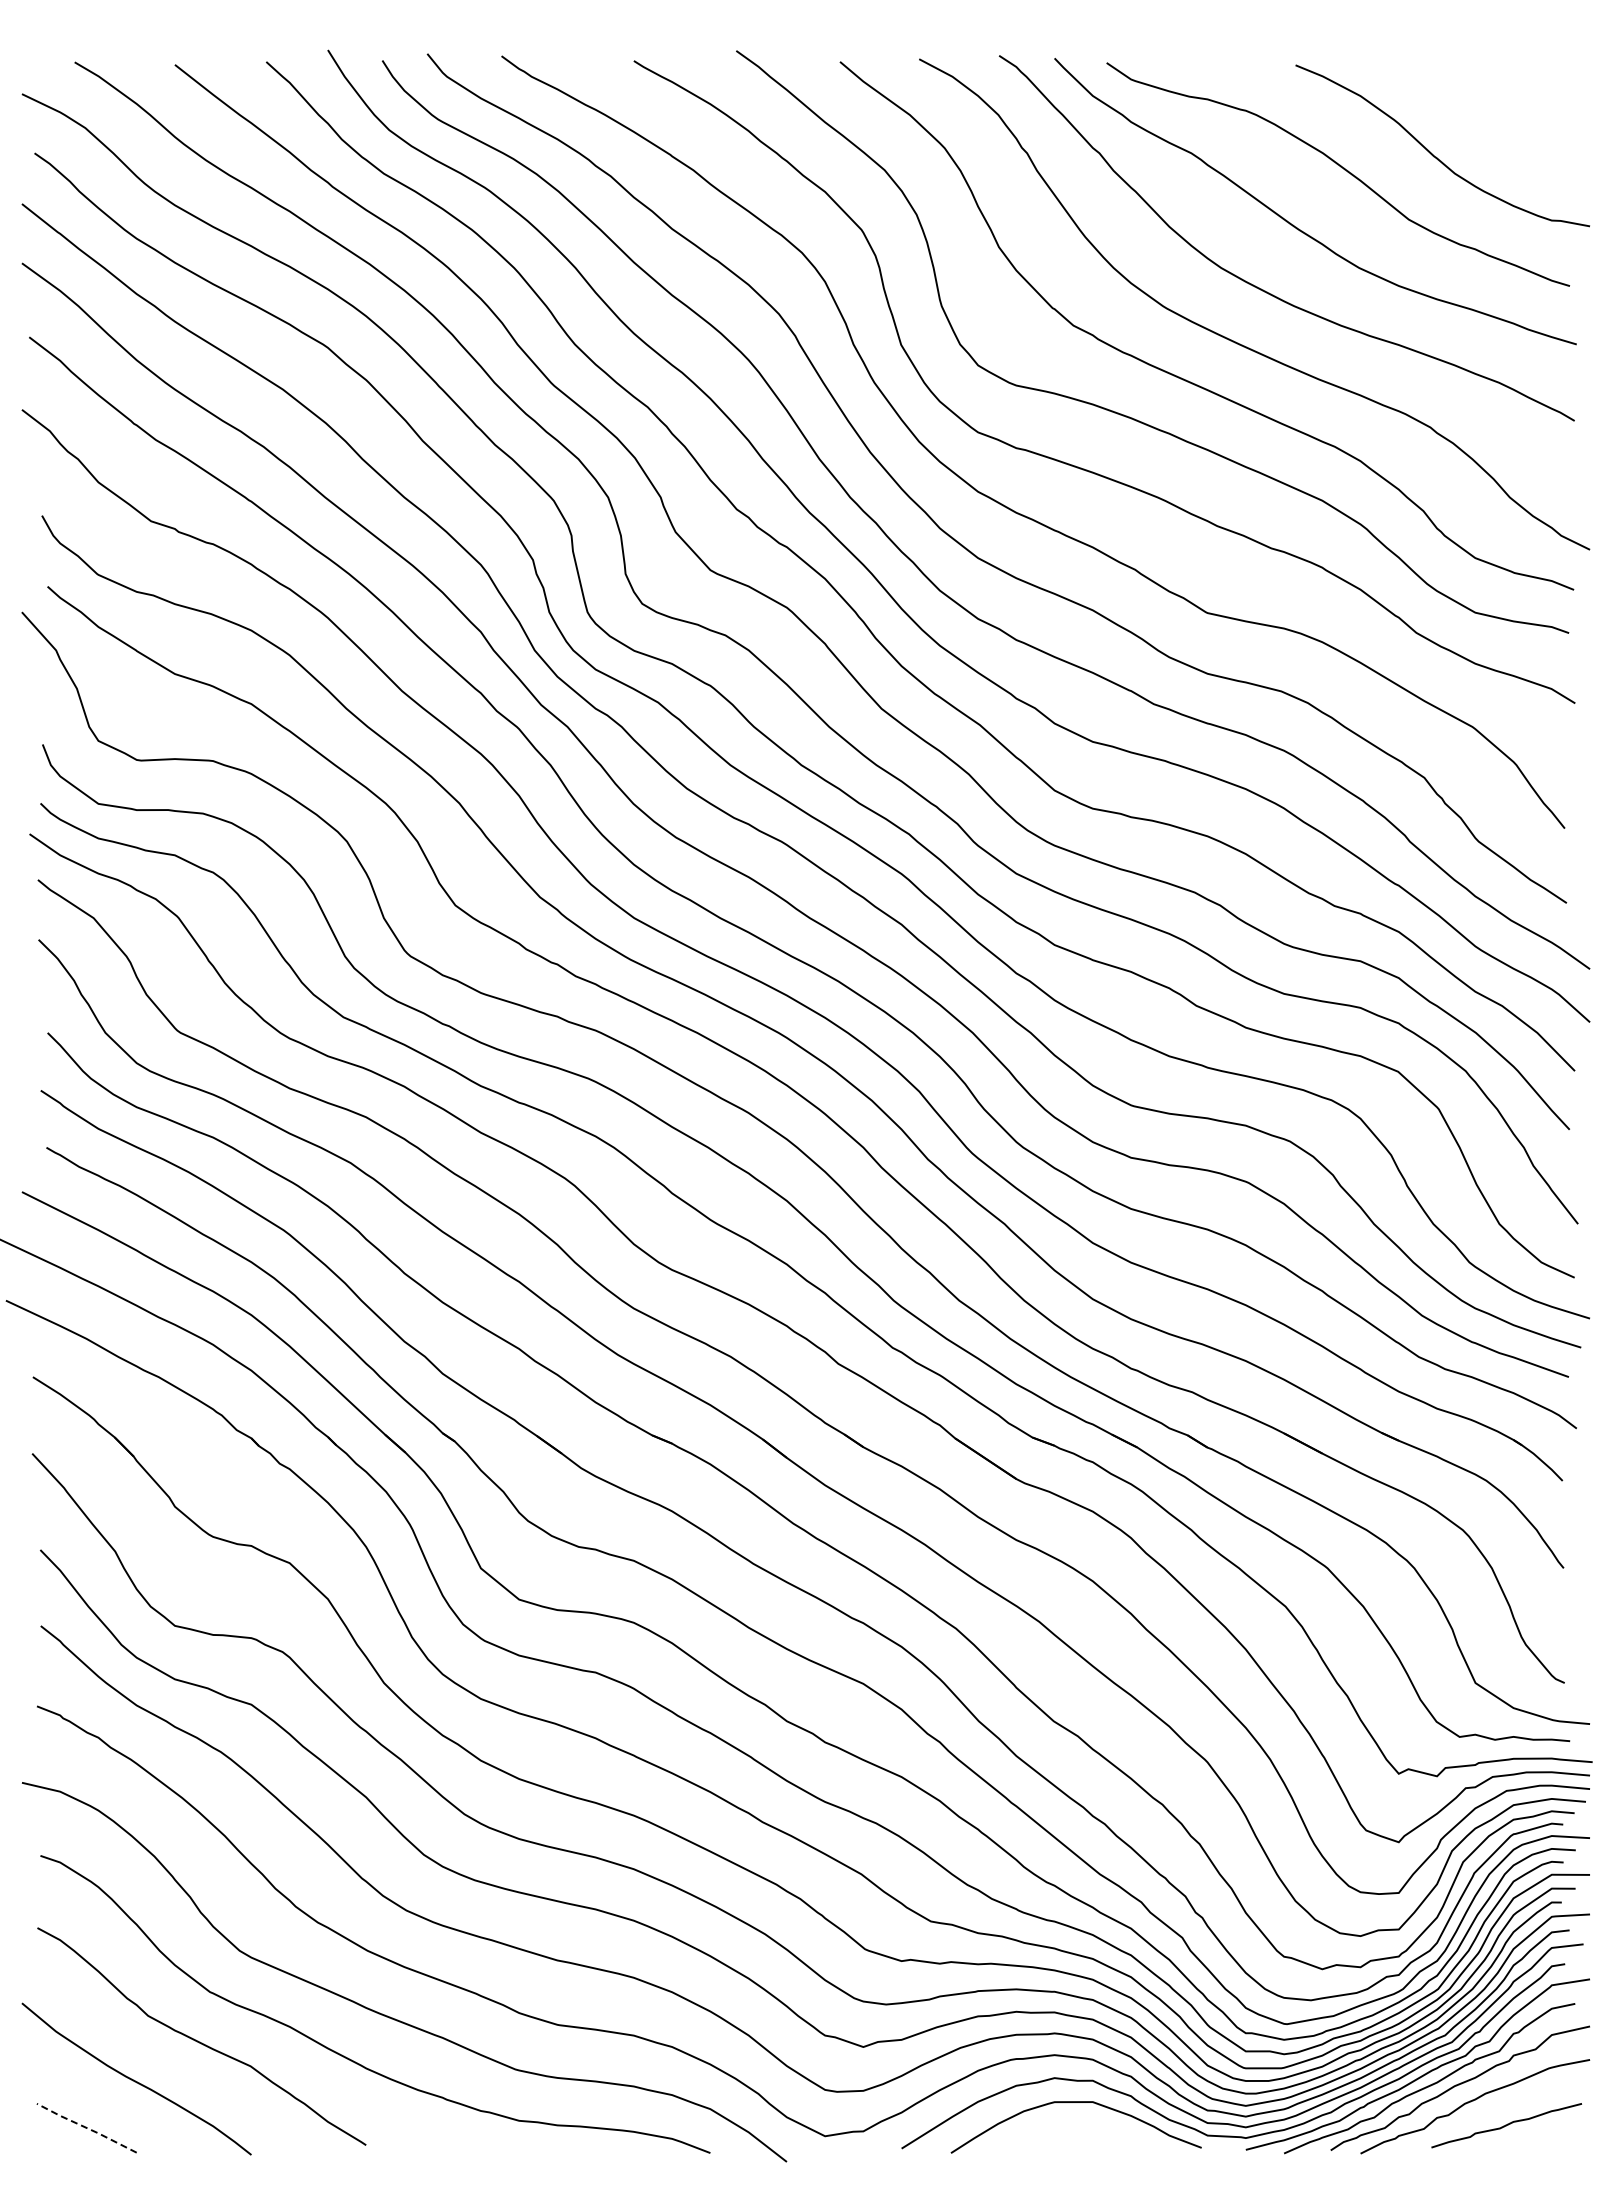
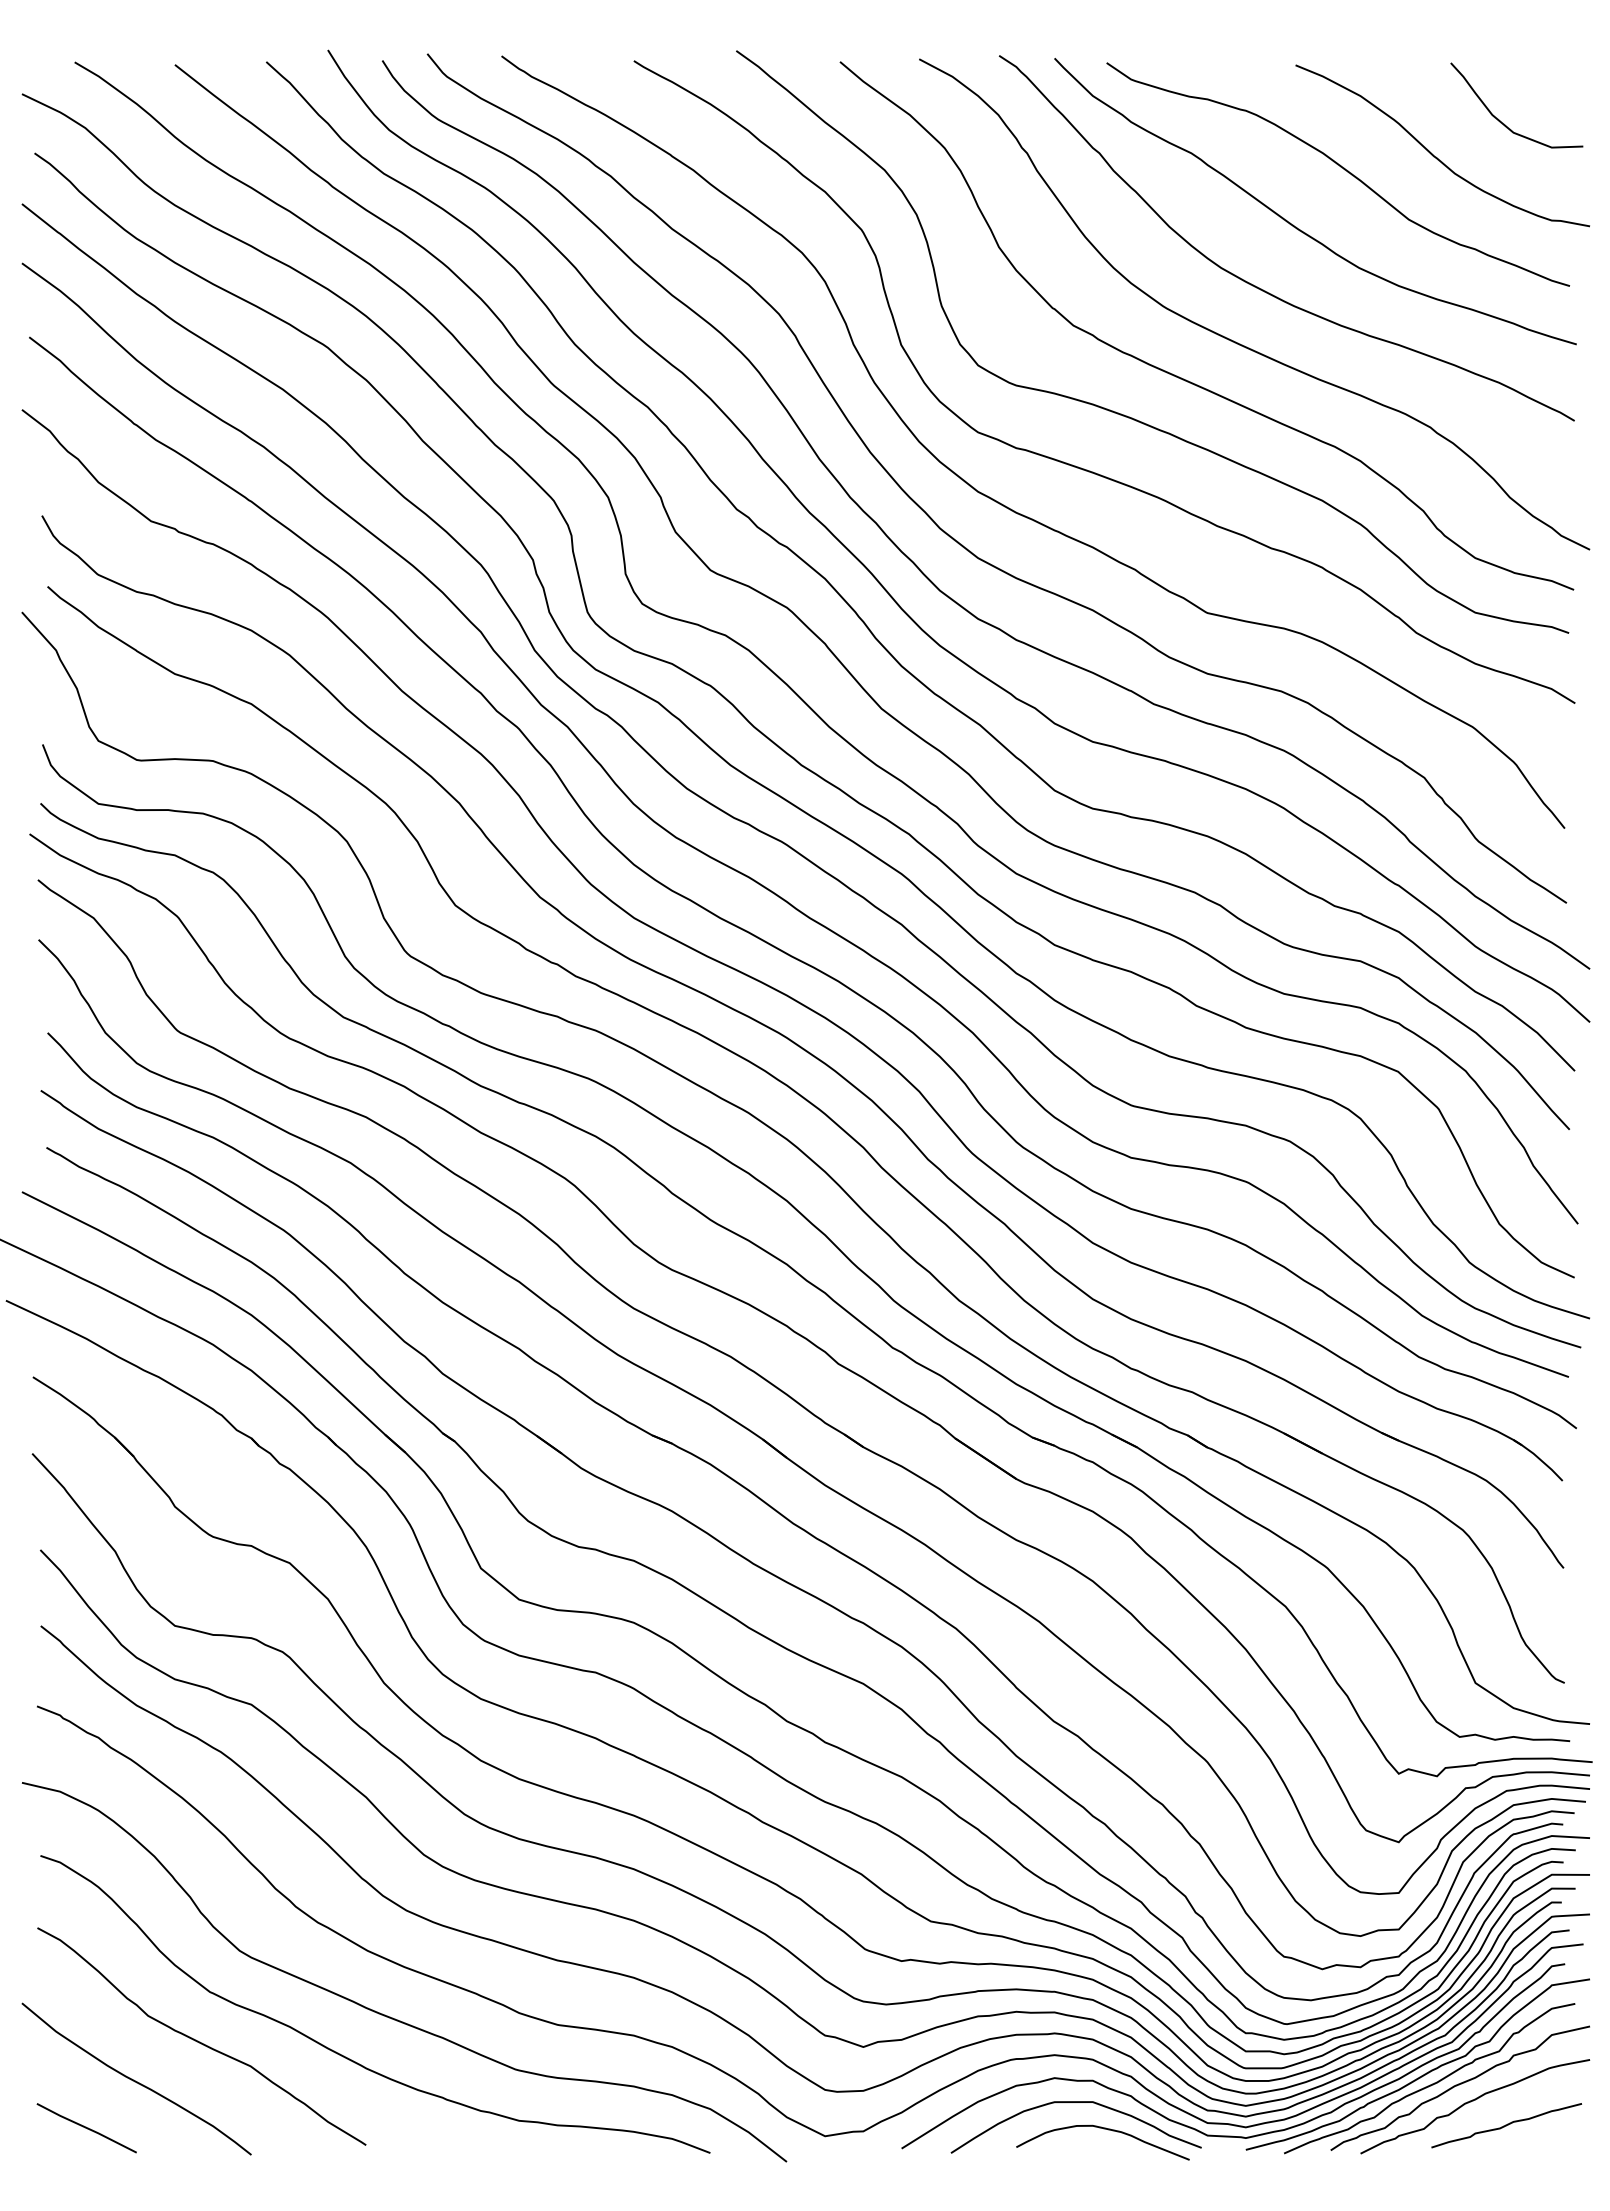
curve at (1504, 123): none -> present
line at (86, 2127): dashed -> solid
curve at (1103, 2129): none -> present
